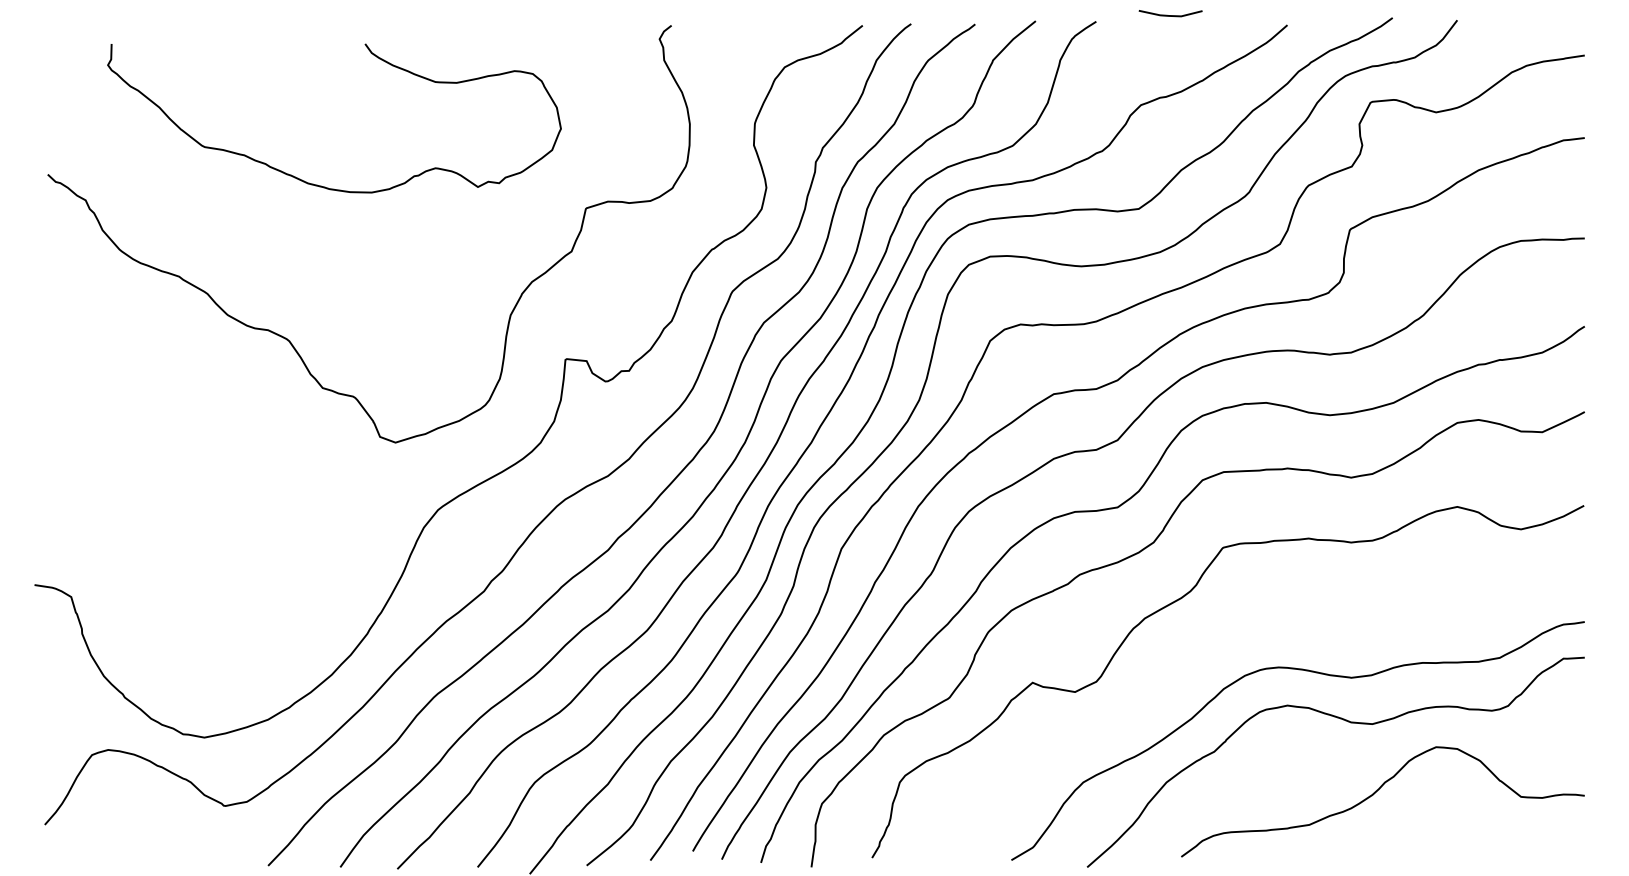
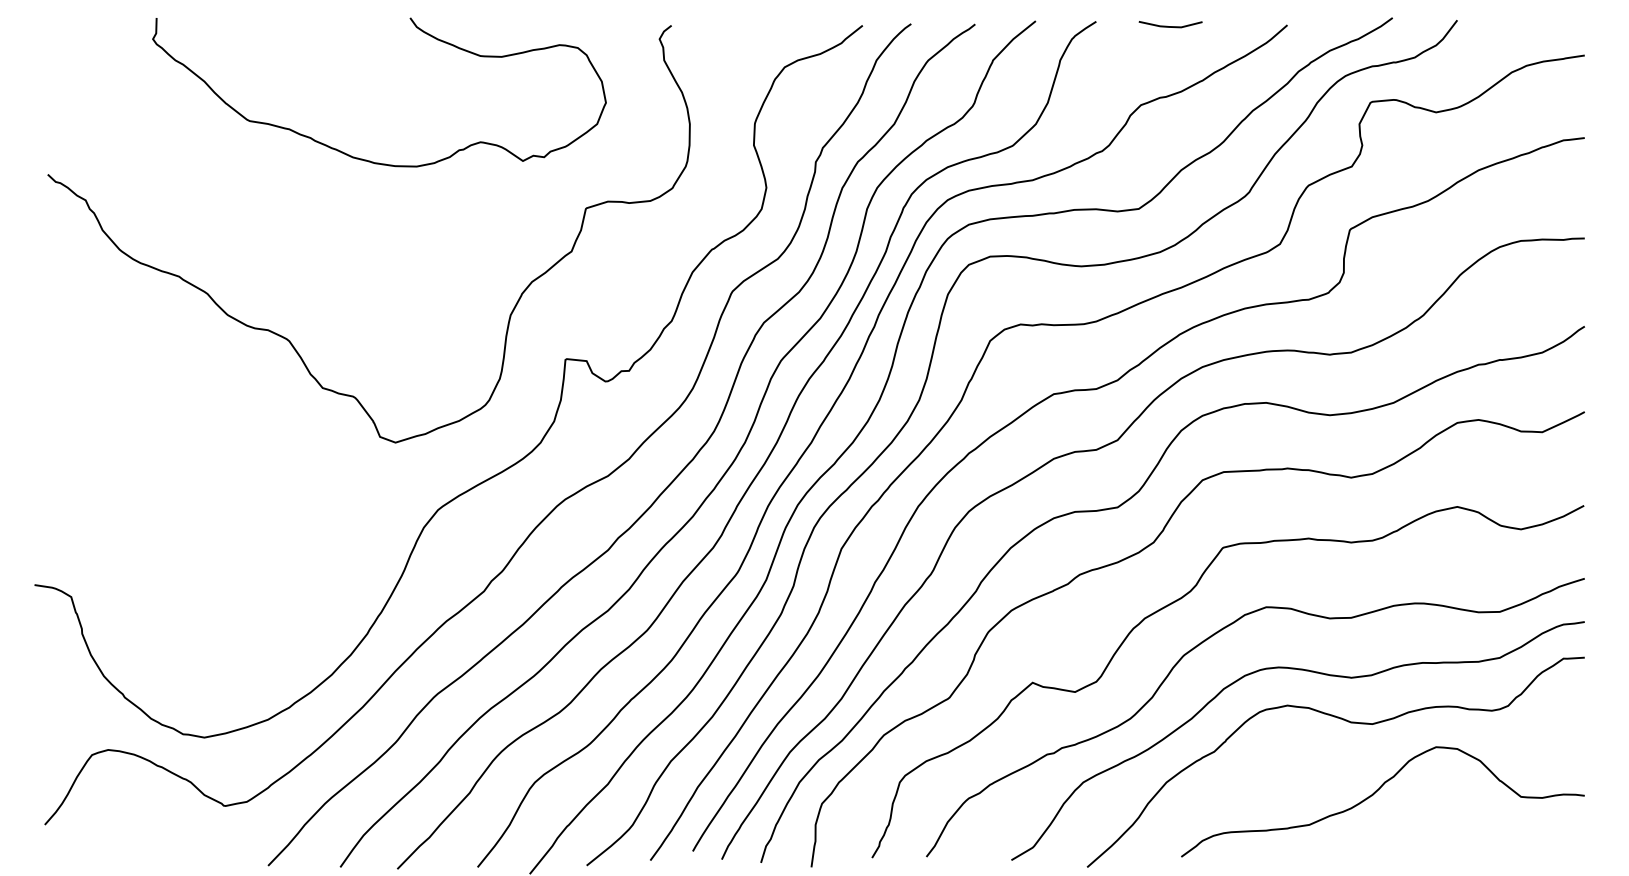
line at (1170, 15) position: (1170, 15) -> (1170, 26)
curve at (317, 184) position: (317, 184) -> (362, 158)
curve at (1201, 644): none -> present
